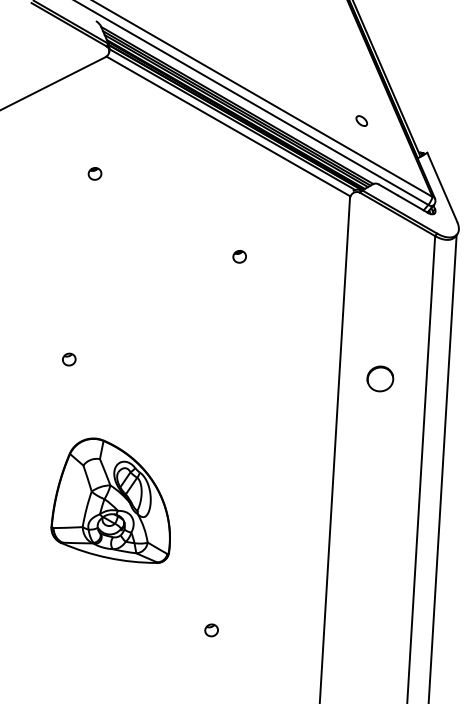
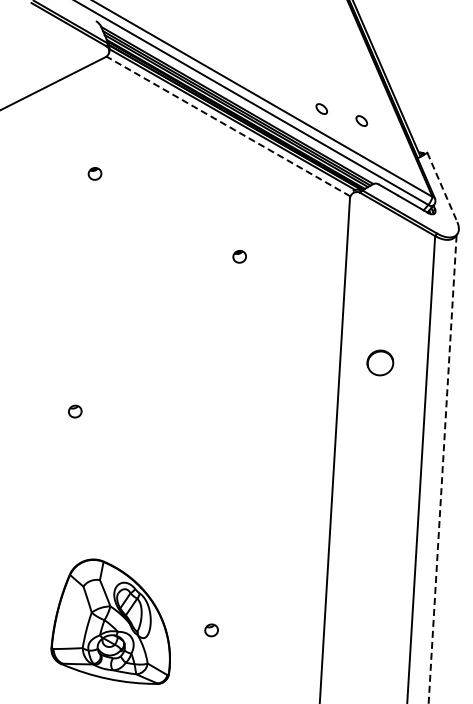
part at (321, 108): none -> present
line at (228, 126): solid -> dashed
line at (442, 187): solid -> dashed
part at (69, 359) position: (69, 359) -> (75, 411)
part at (380, 378) position: (380, 378) -> (380, 362)
line at (442, 468): solid -> dashed
part at (110, 500) position: (110, 500) -> (110, 621)
